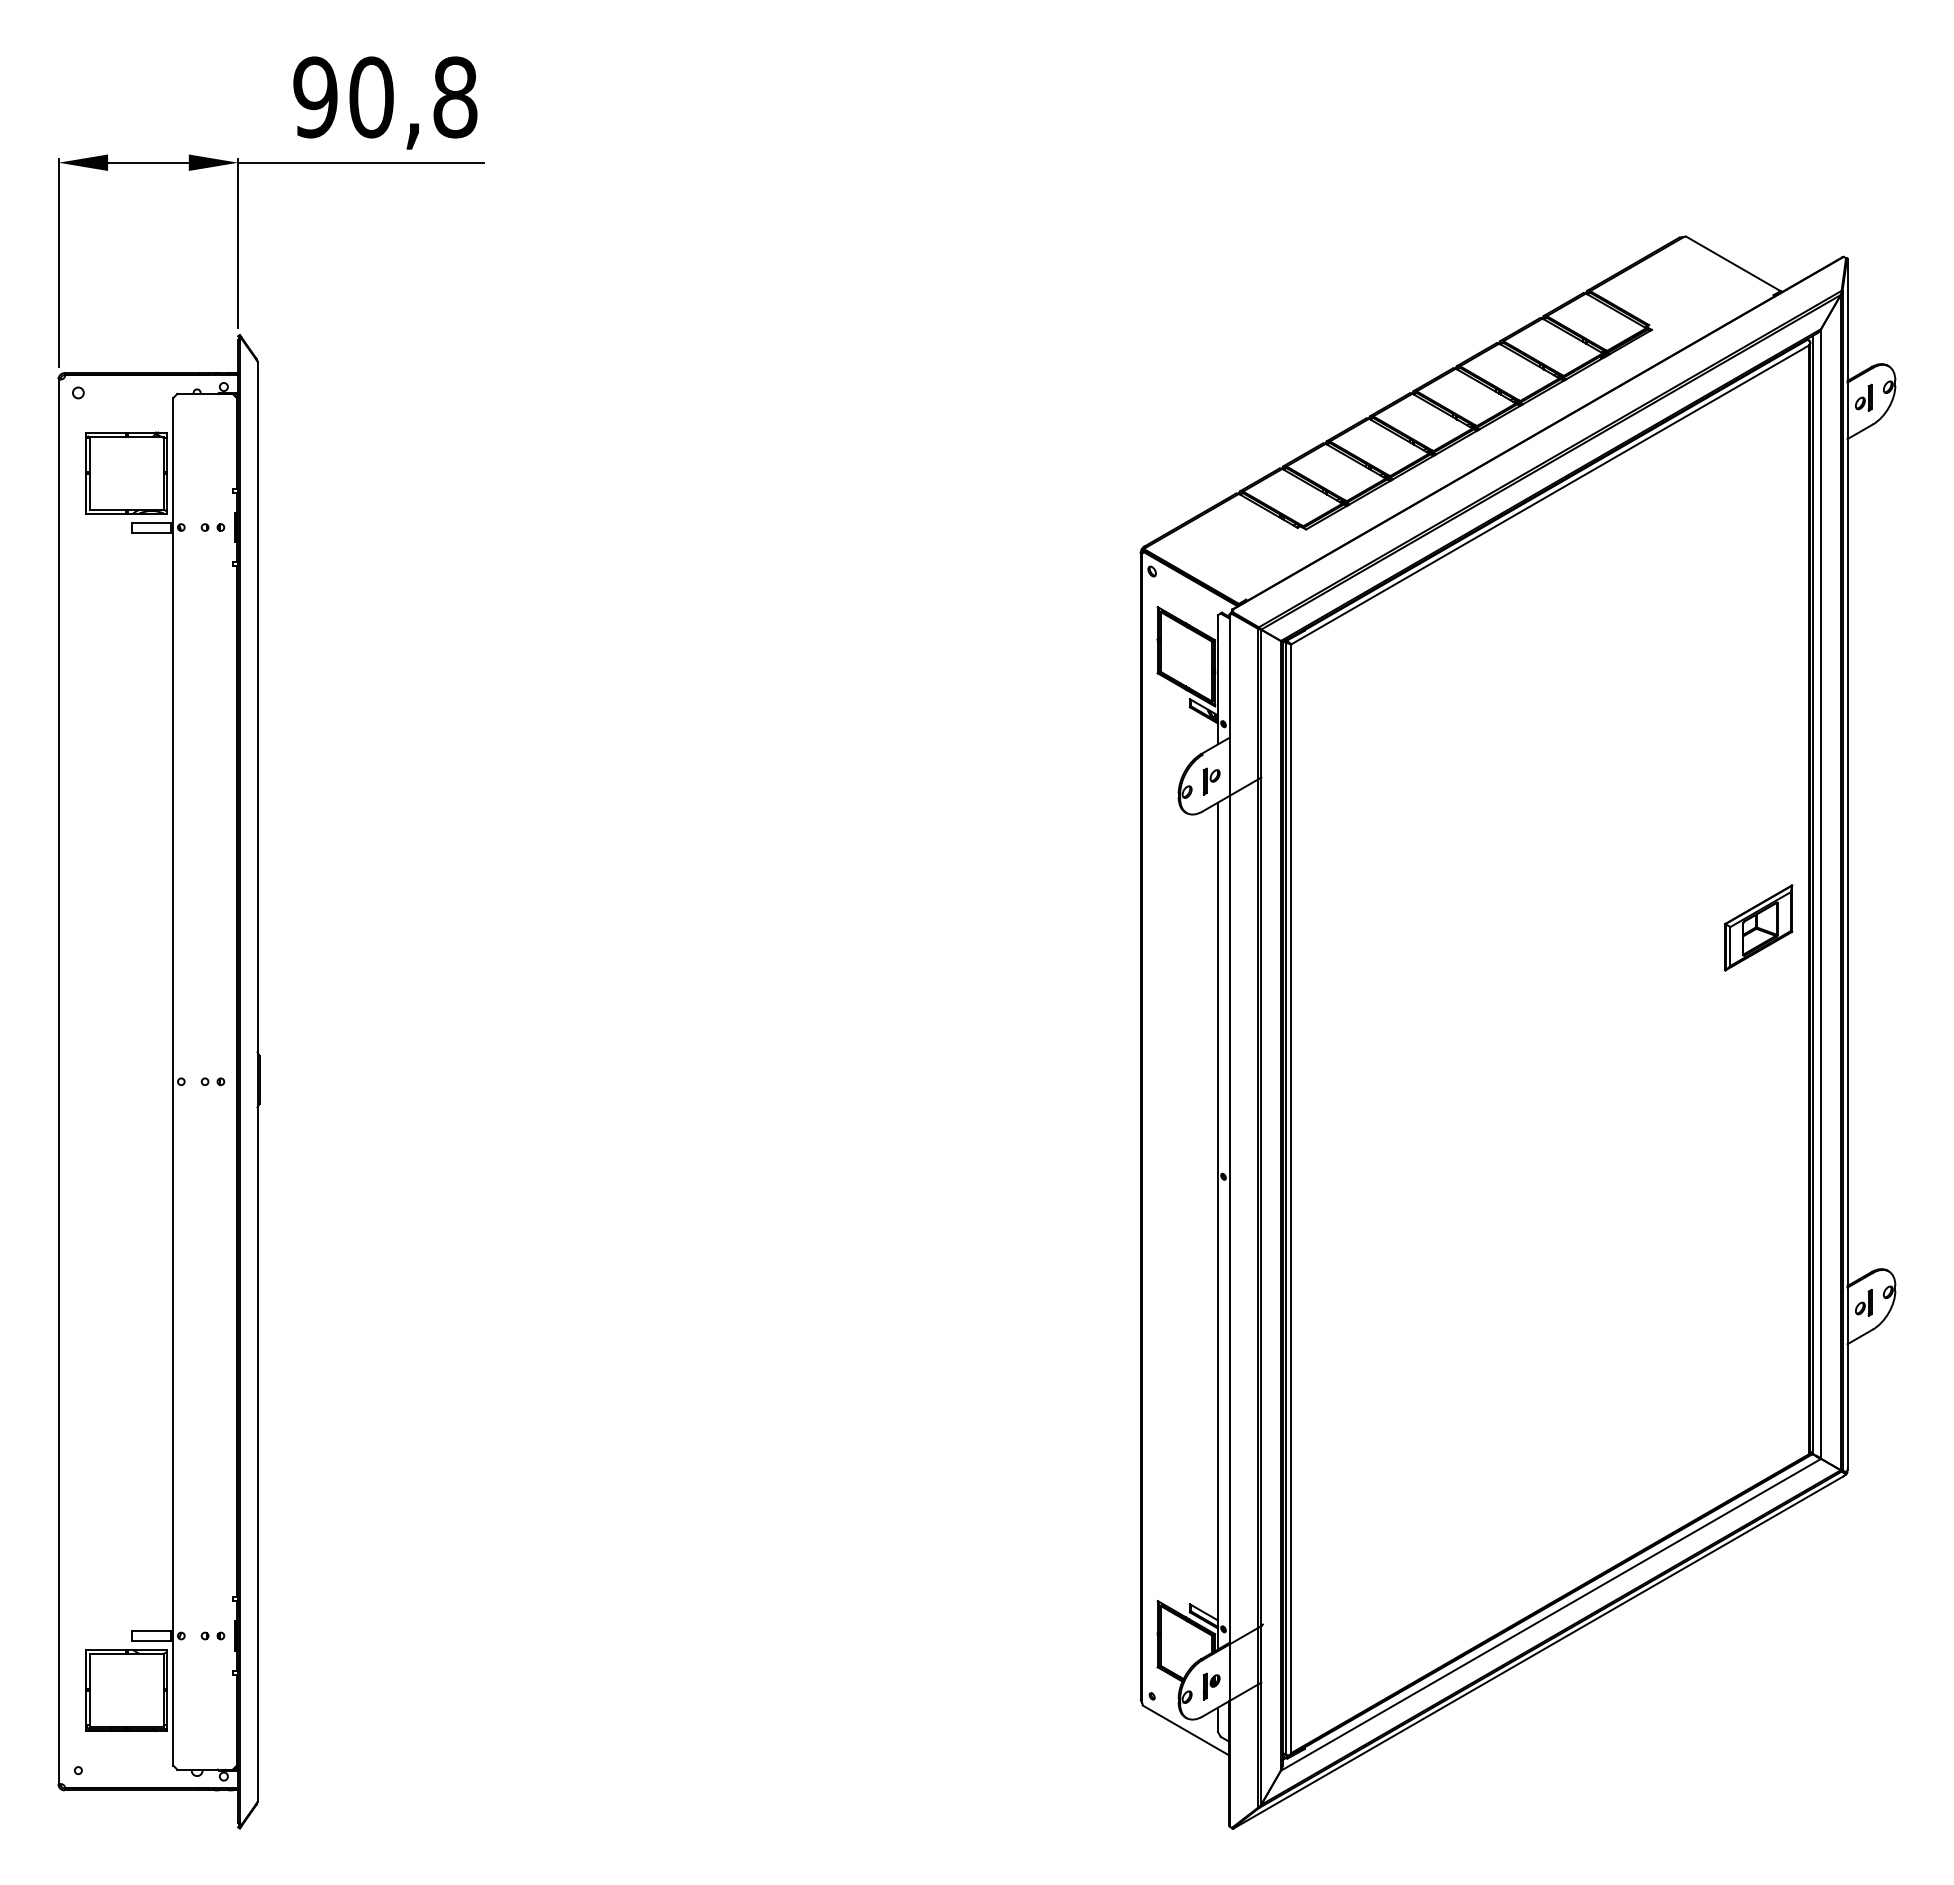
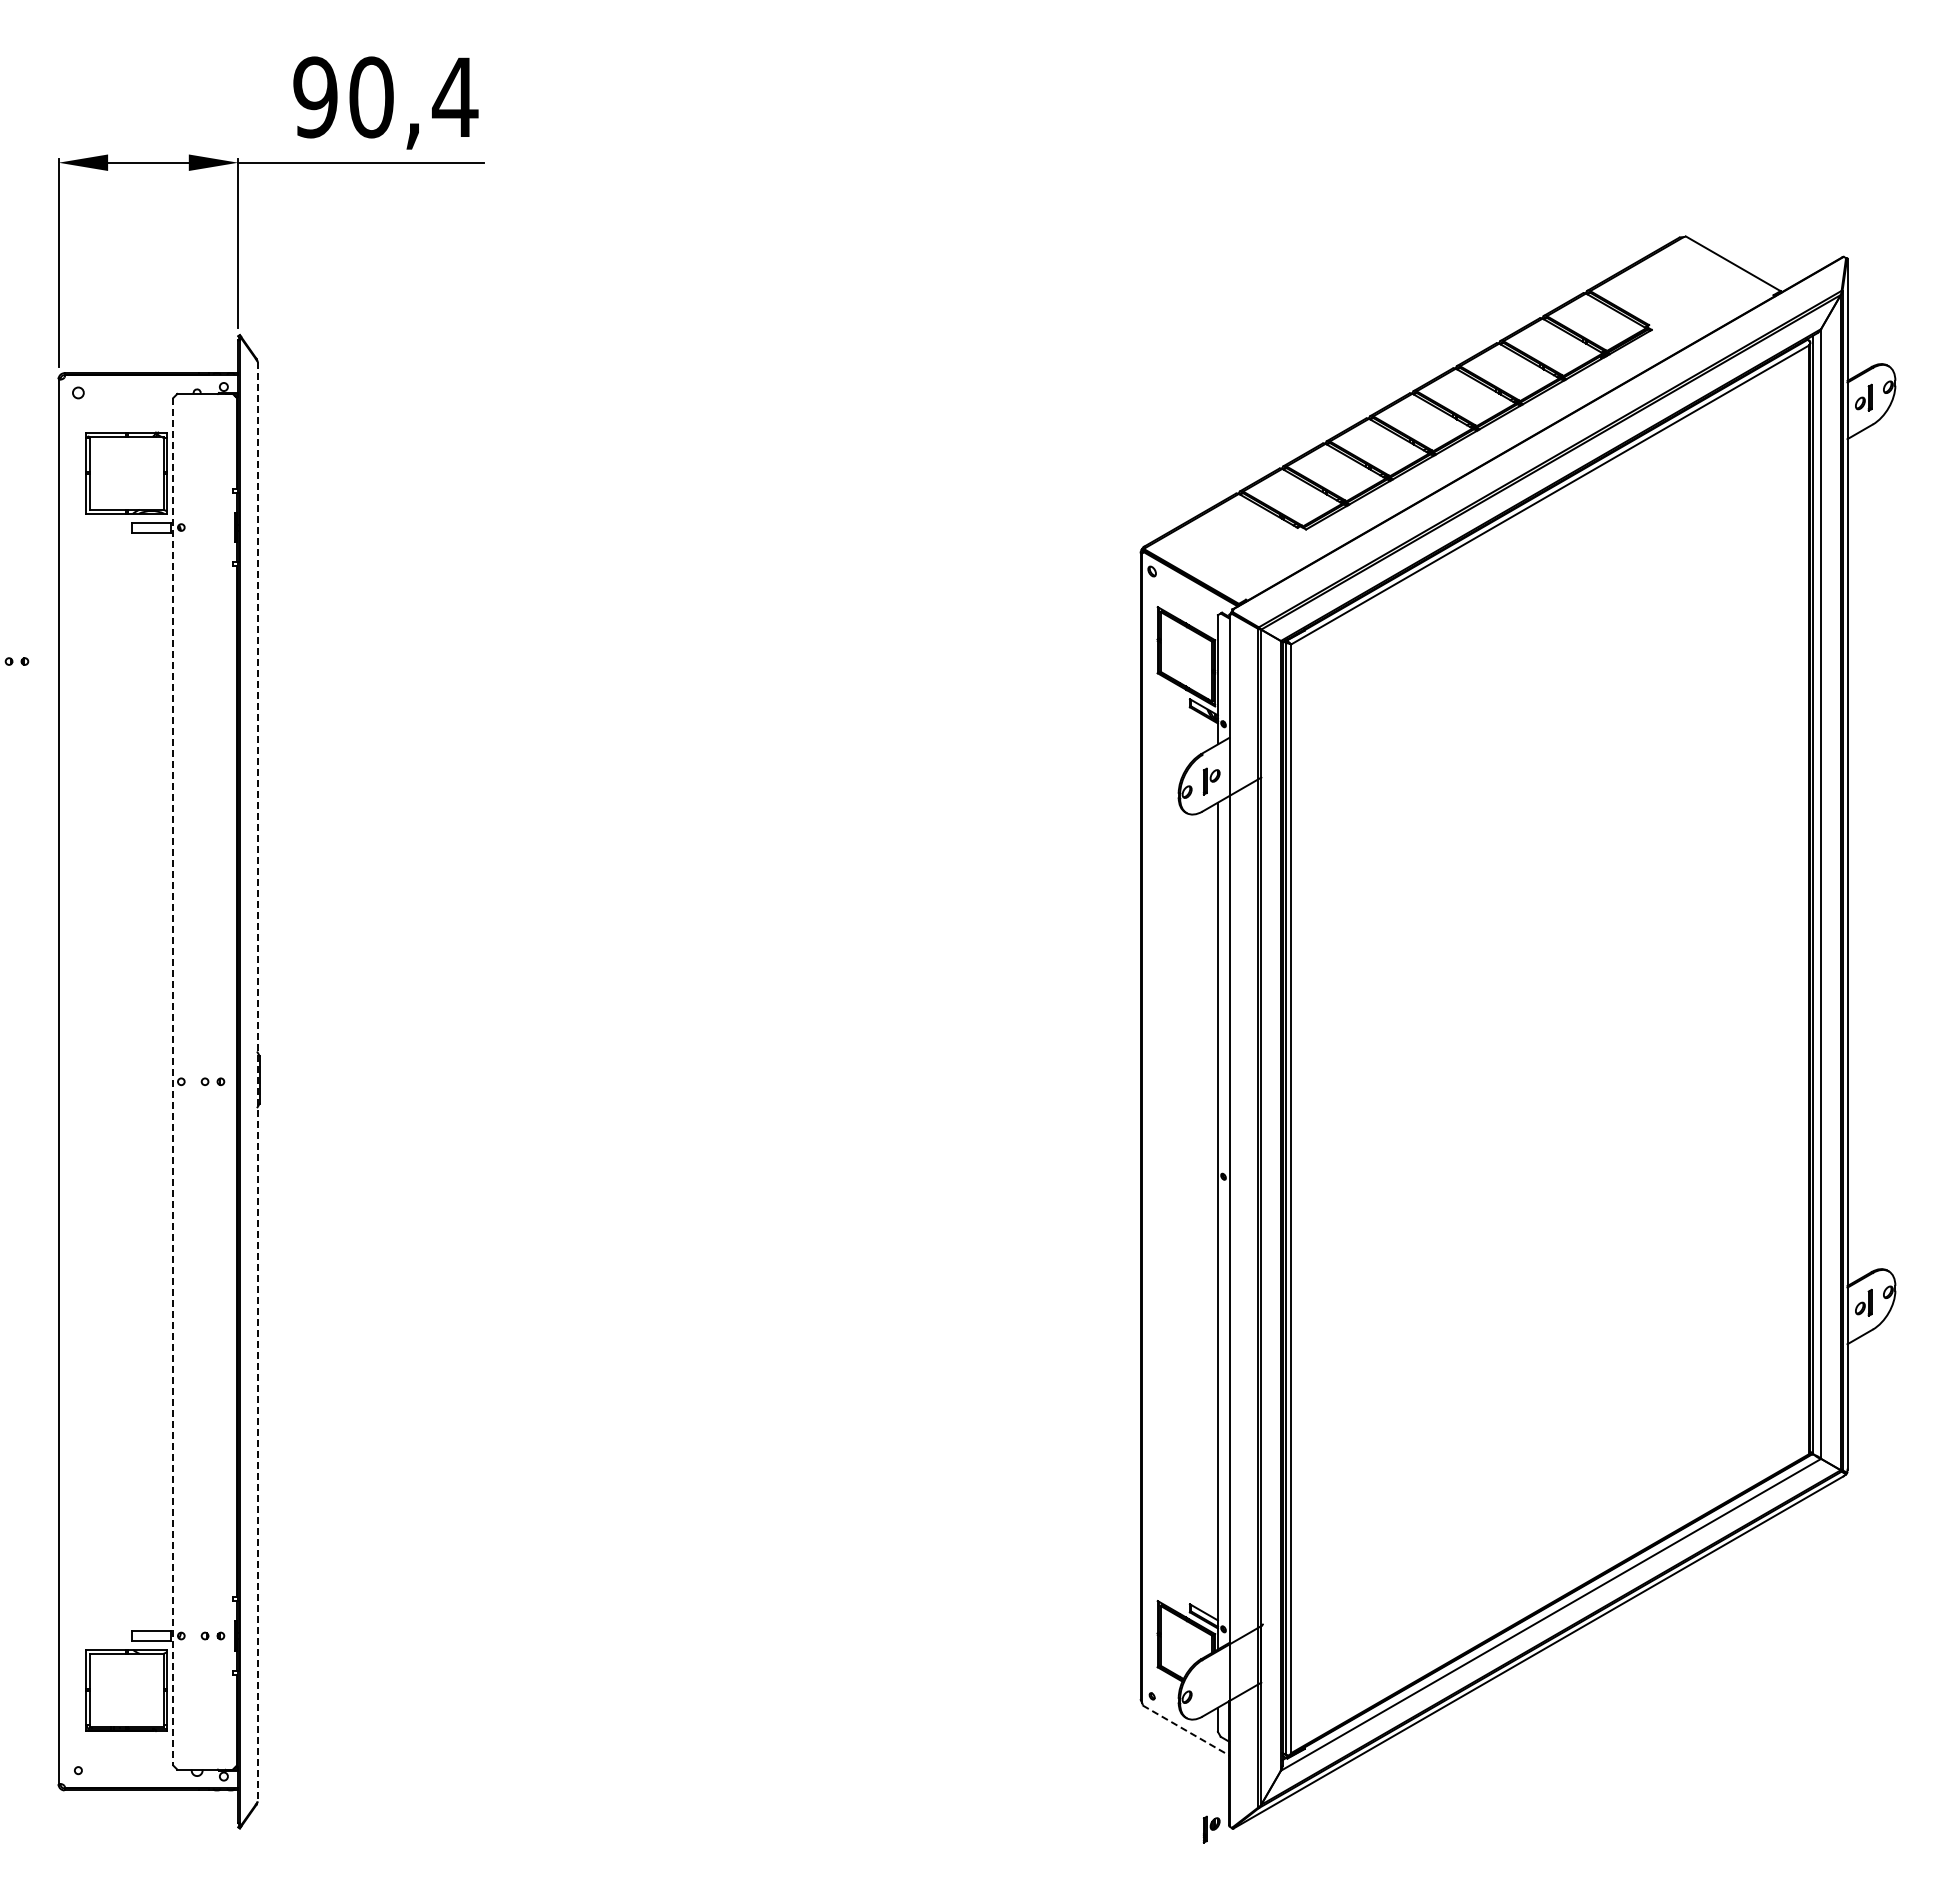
text at (454, 97): 90,8 -> 90,4
part at (212, 527) position: (212, 527) -> (16, 661)
part at (1758, 927): present -> none
line at (173, 1081): solid -> dashed
line at (257, 1081): solid -> dashed
part at (1211, 1686) position: (1211, 1686) -> (1211, 1829)
line at (1185, 1730): solid -> dashed
